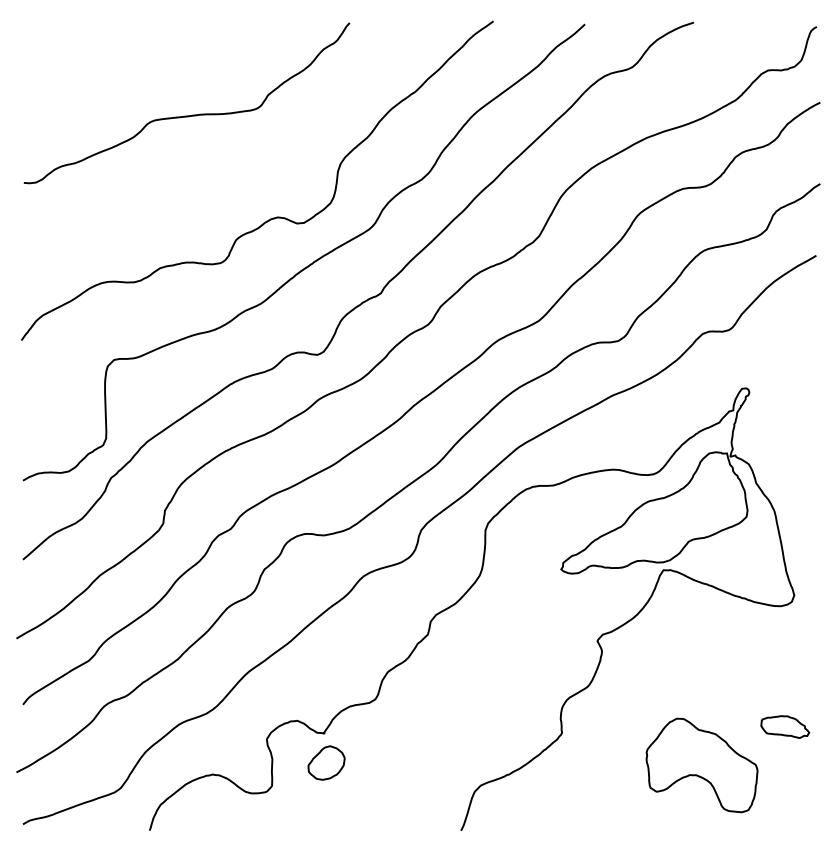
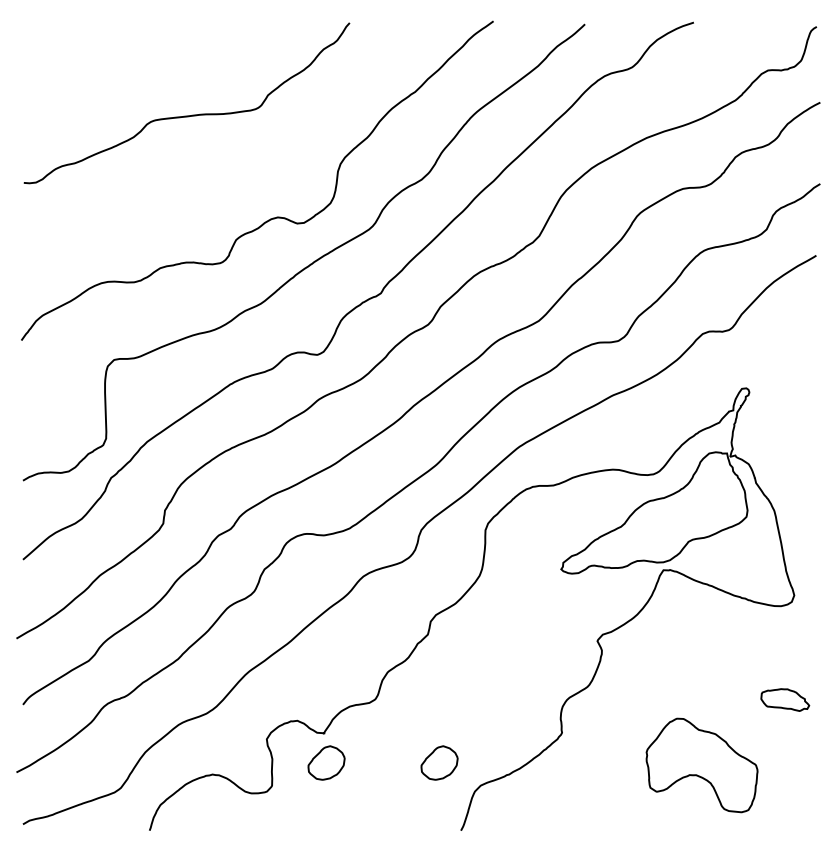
part at (785, 726) position: (785, 726) -> (785, 699)
part at (439, 762): none -> present
